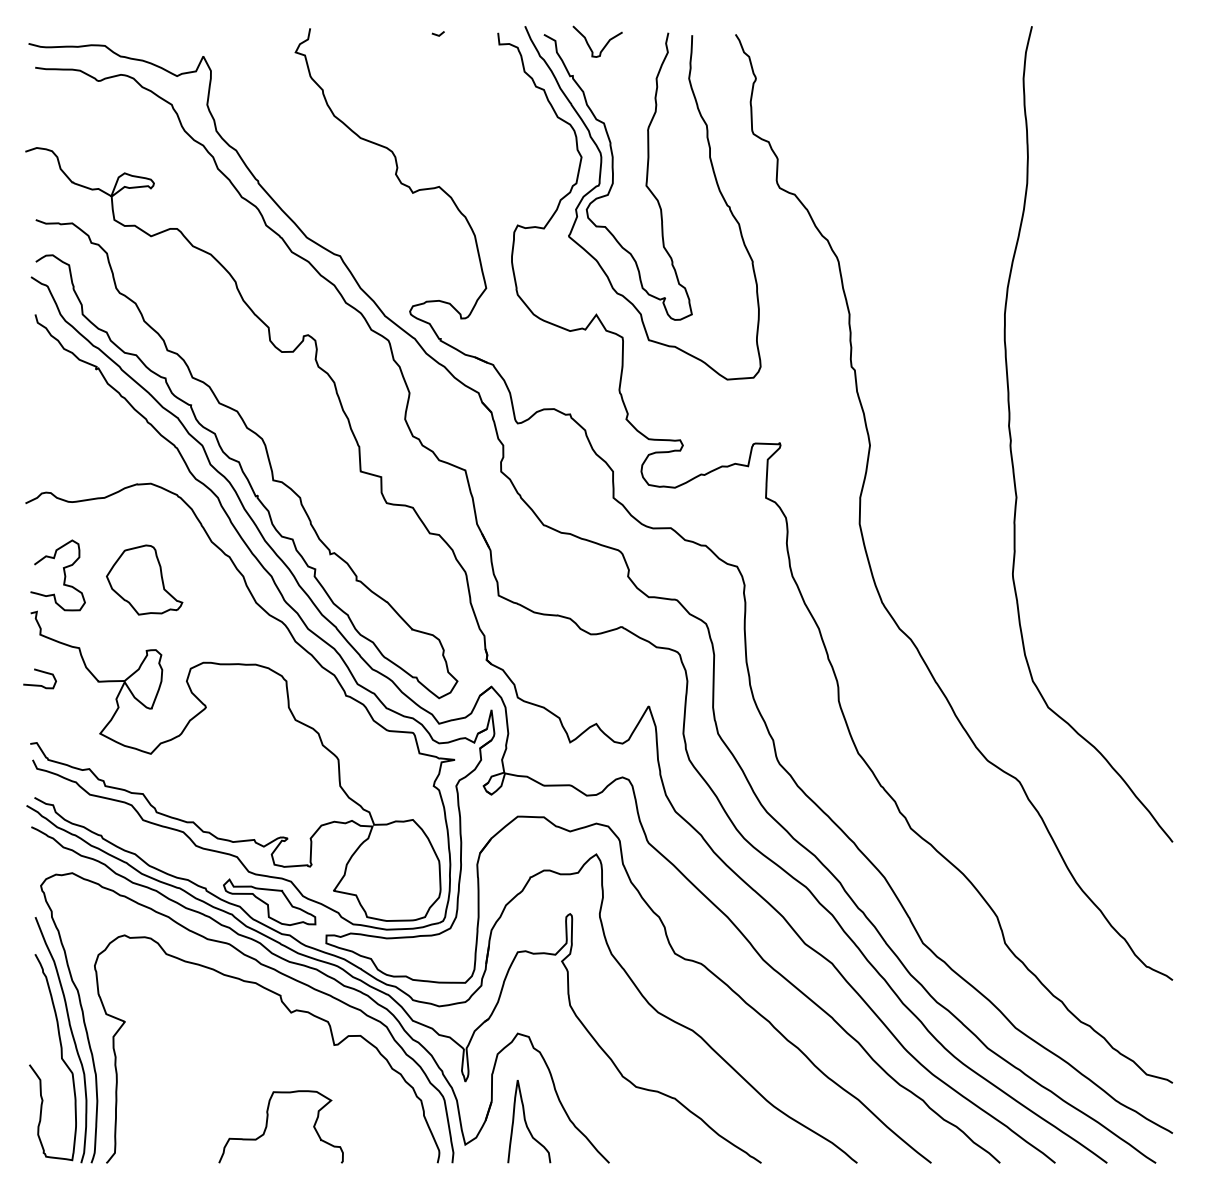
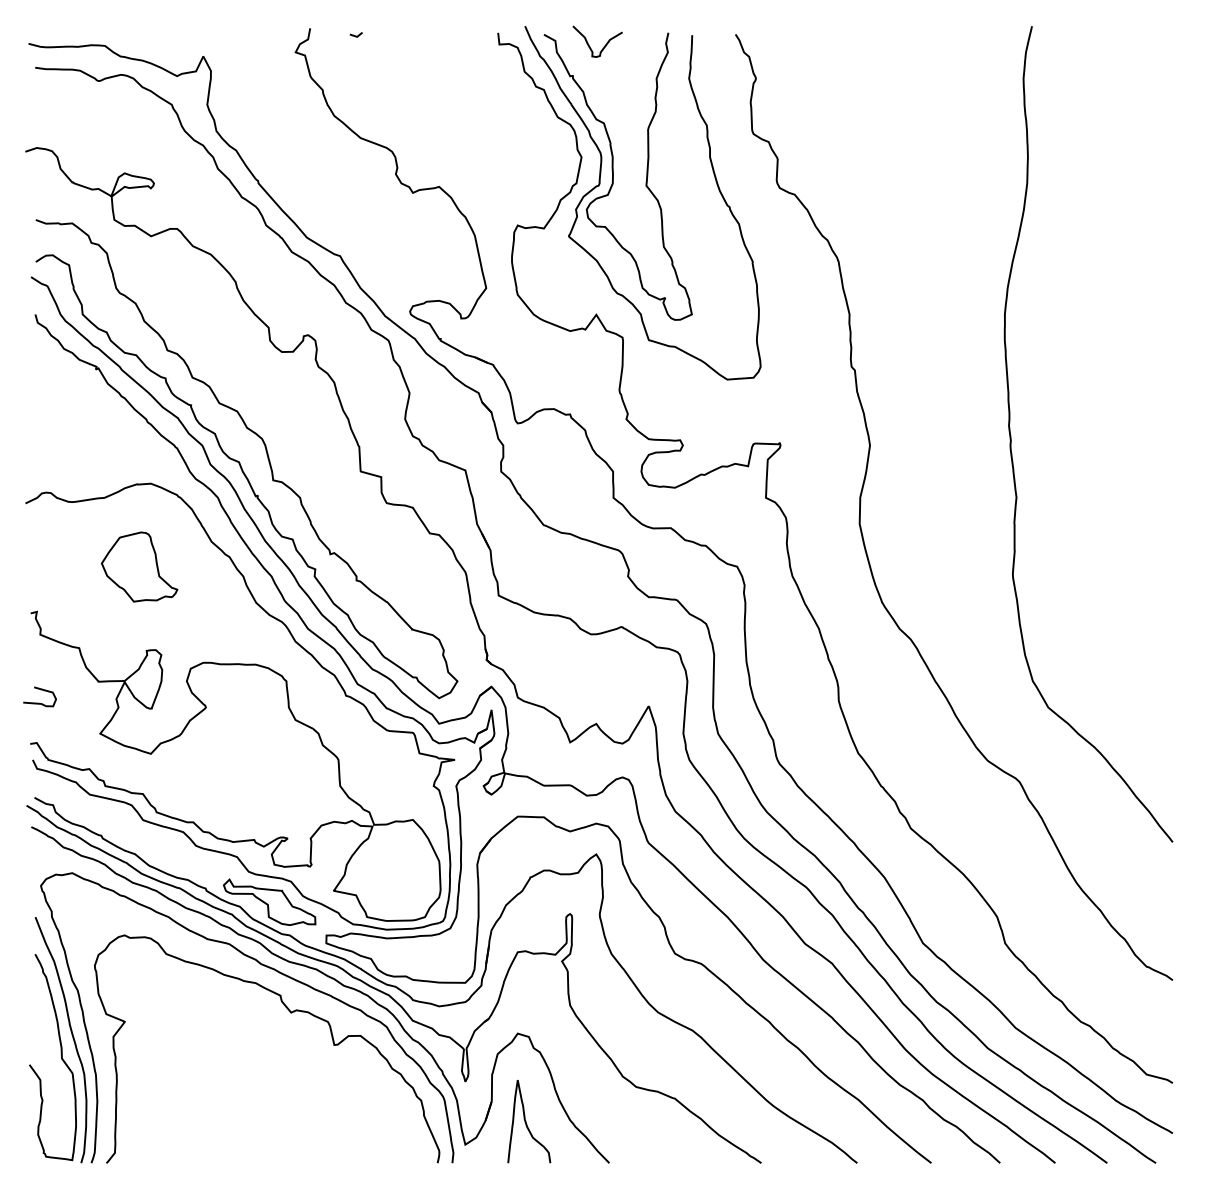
line at (437, 34) position: (437, 34) -> (355, 35)
curve at (63, 573): present -> none
part at (144, 579) position: (144, 579) -> (139, 566)
curve at (39, 684) position: (39, 684) -> (39, 702)
curve at (267, 1126): present -> none
